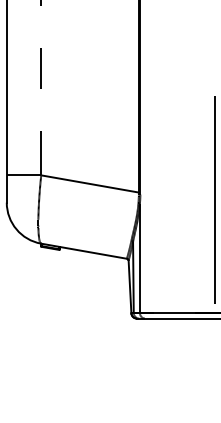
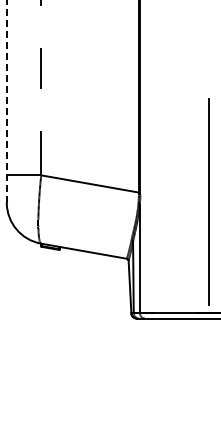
line at (6, 101): solid -> dashed
line at (214, 199) position: (214, 199) -> (208, 201)
